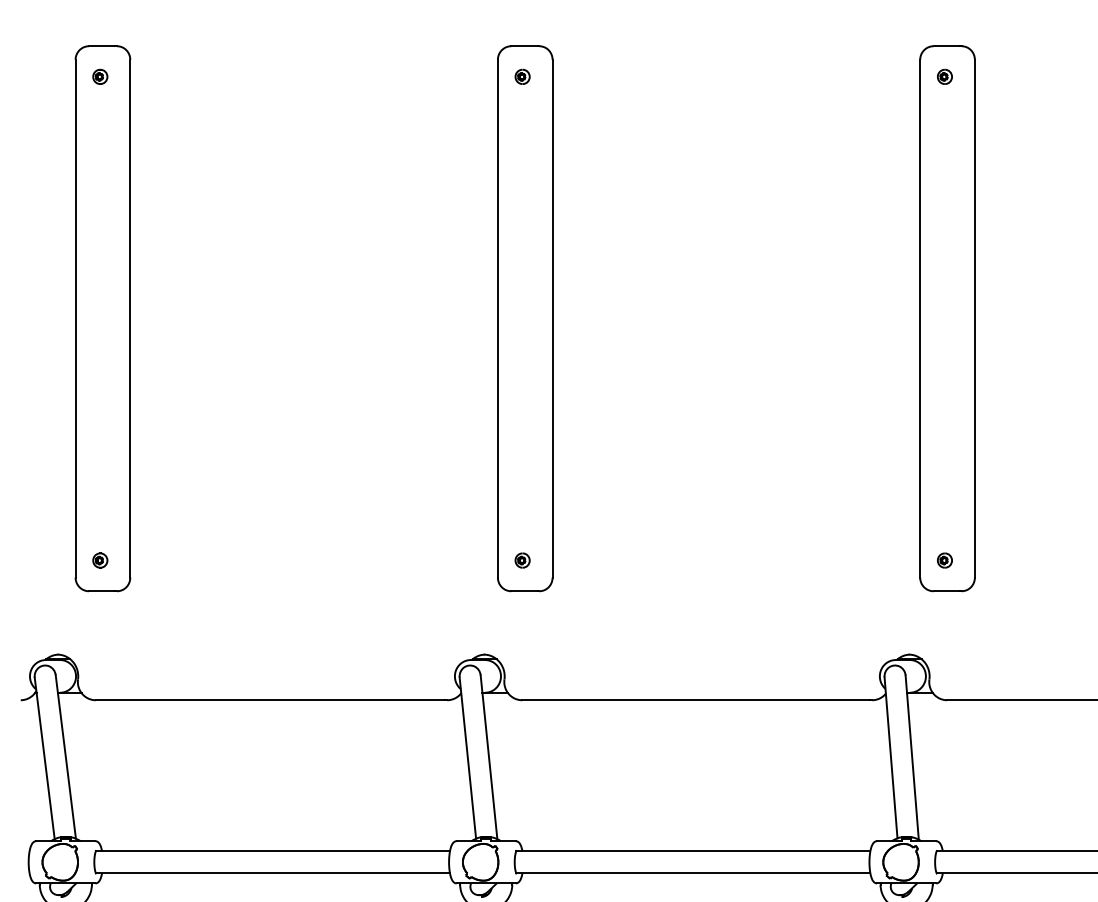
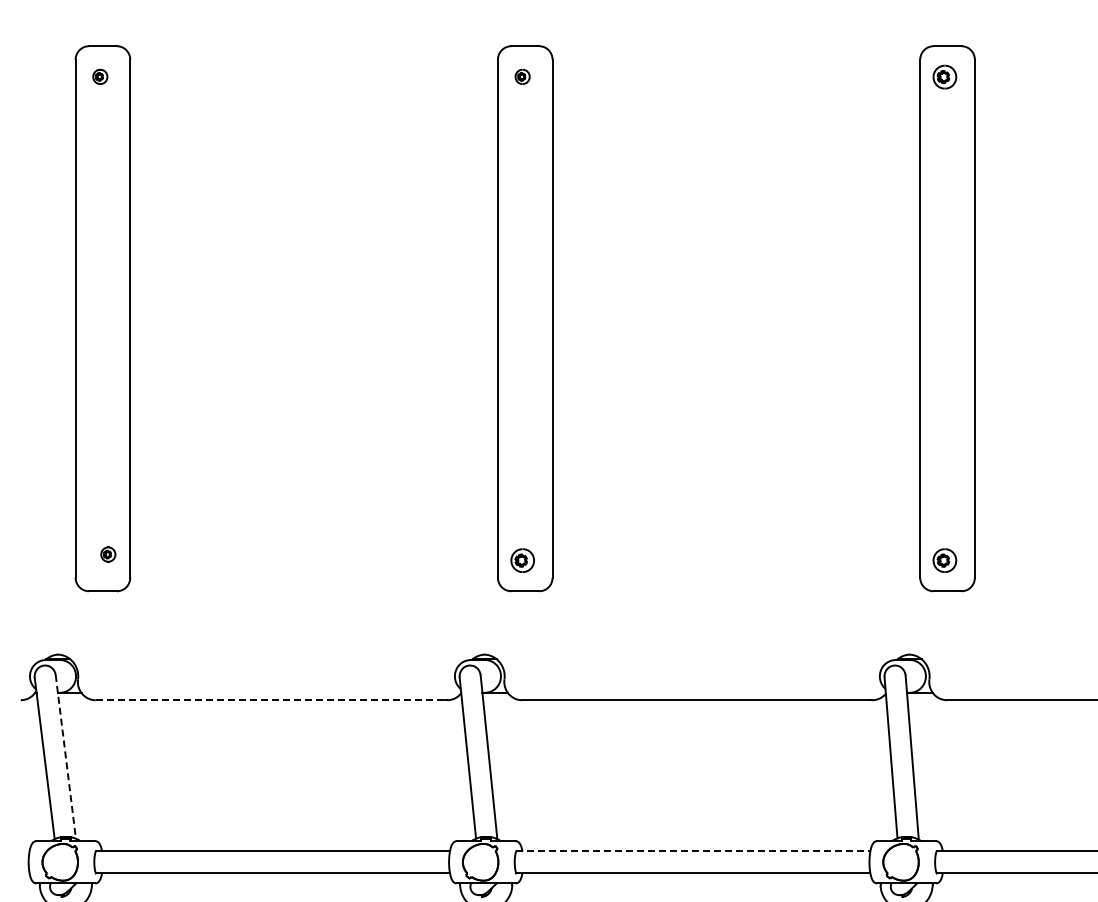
part at (944, 76) size: 16x17 px -> 26x26 px
part at (100, 560) position: (100, 560) -> (108, 554)
part at (522, 560) size: 17x17 px -> 25x25 px
part at (944, 560) size: 16x17 px -> 26x25 px
line at (270, 700): solid -> dashed
line at (65, 757): solid -> dashed
line at (693, 851): solid -> dashed
